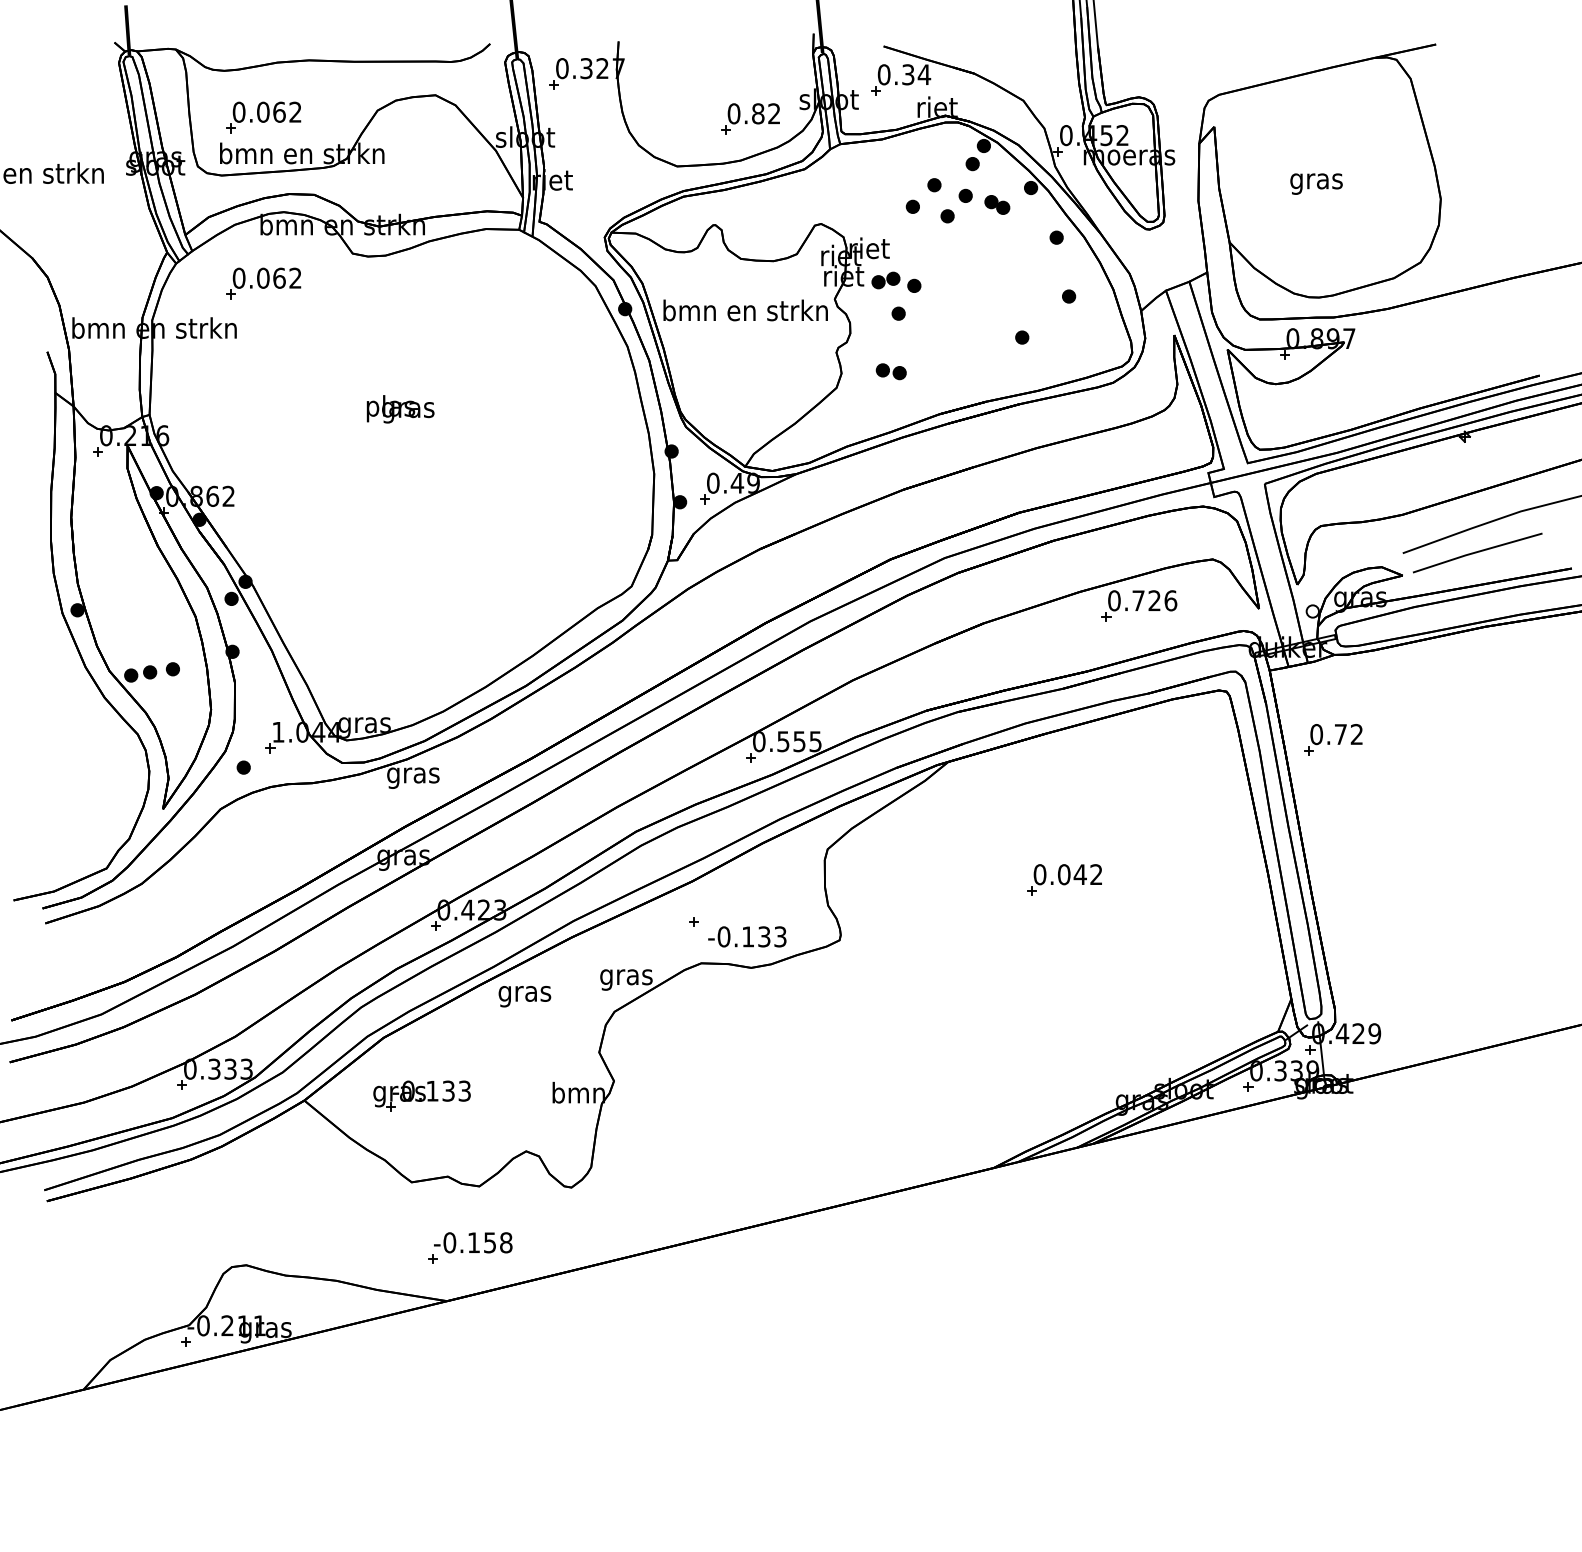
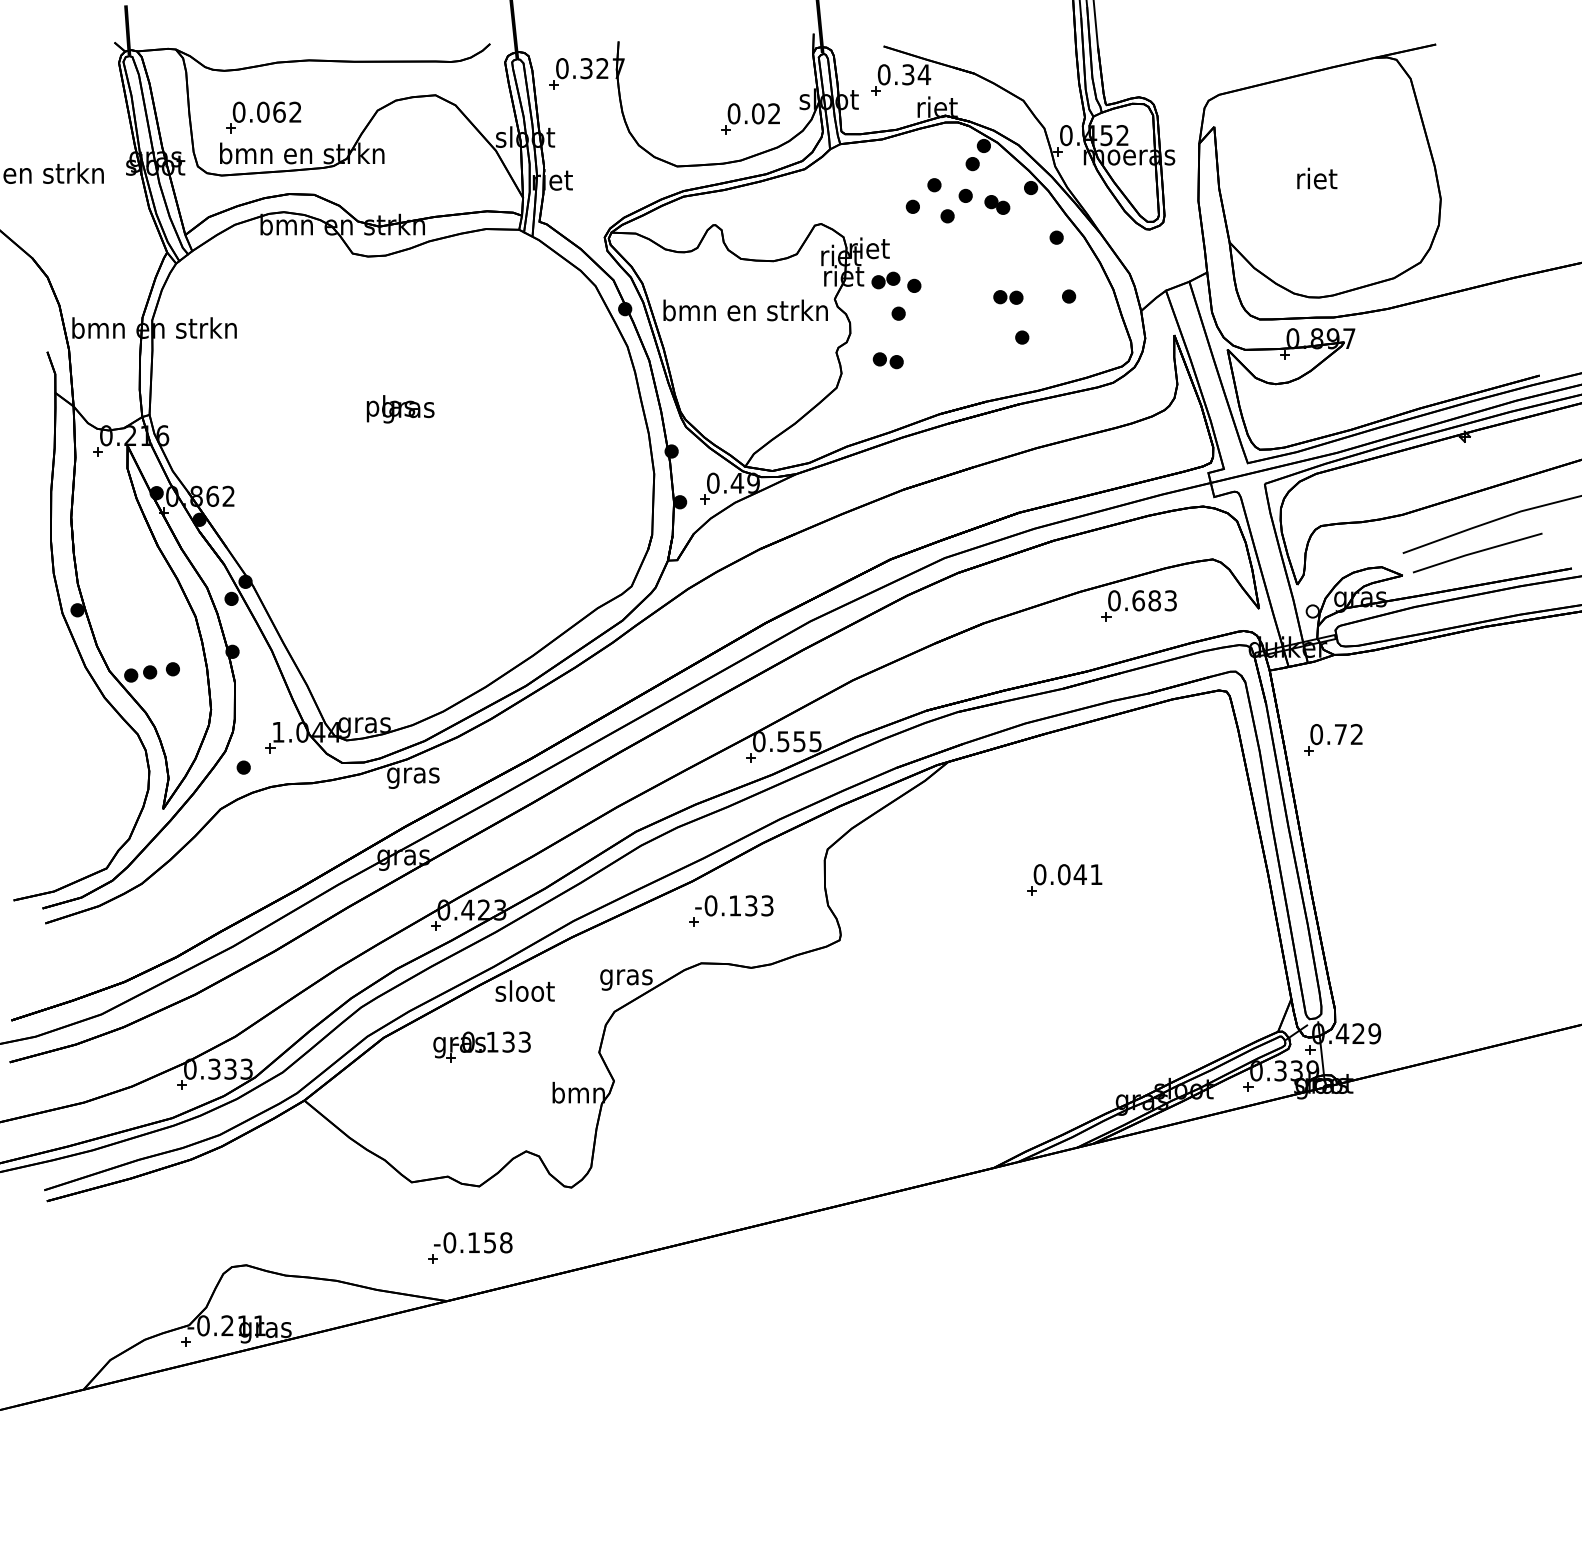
text at (758, 113): 0.82 -> 0.02
text at (1316, 180): gras -> riet
part at (263, 283): present -> none
part at (1008, 297): none -> present
part at (890, 371) position: (890, 371) -> (887, 360)
text at (1154, 600): 0.726 -> 0.683
text at (1096, 874): 0.042 -> 0.041
text at (747, 936) position: (747, 936) -> (734, 905)
text at (524, 993): gras -> sloot
part at (421, 1095) position: (421, 1095) -> (481, 1046)
